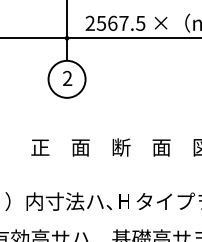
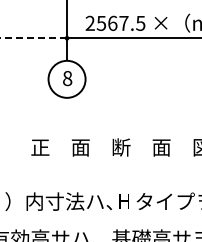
line at (34, 38): solid -> dashed
text at (67, 78): 2 -> 8
